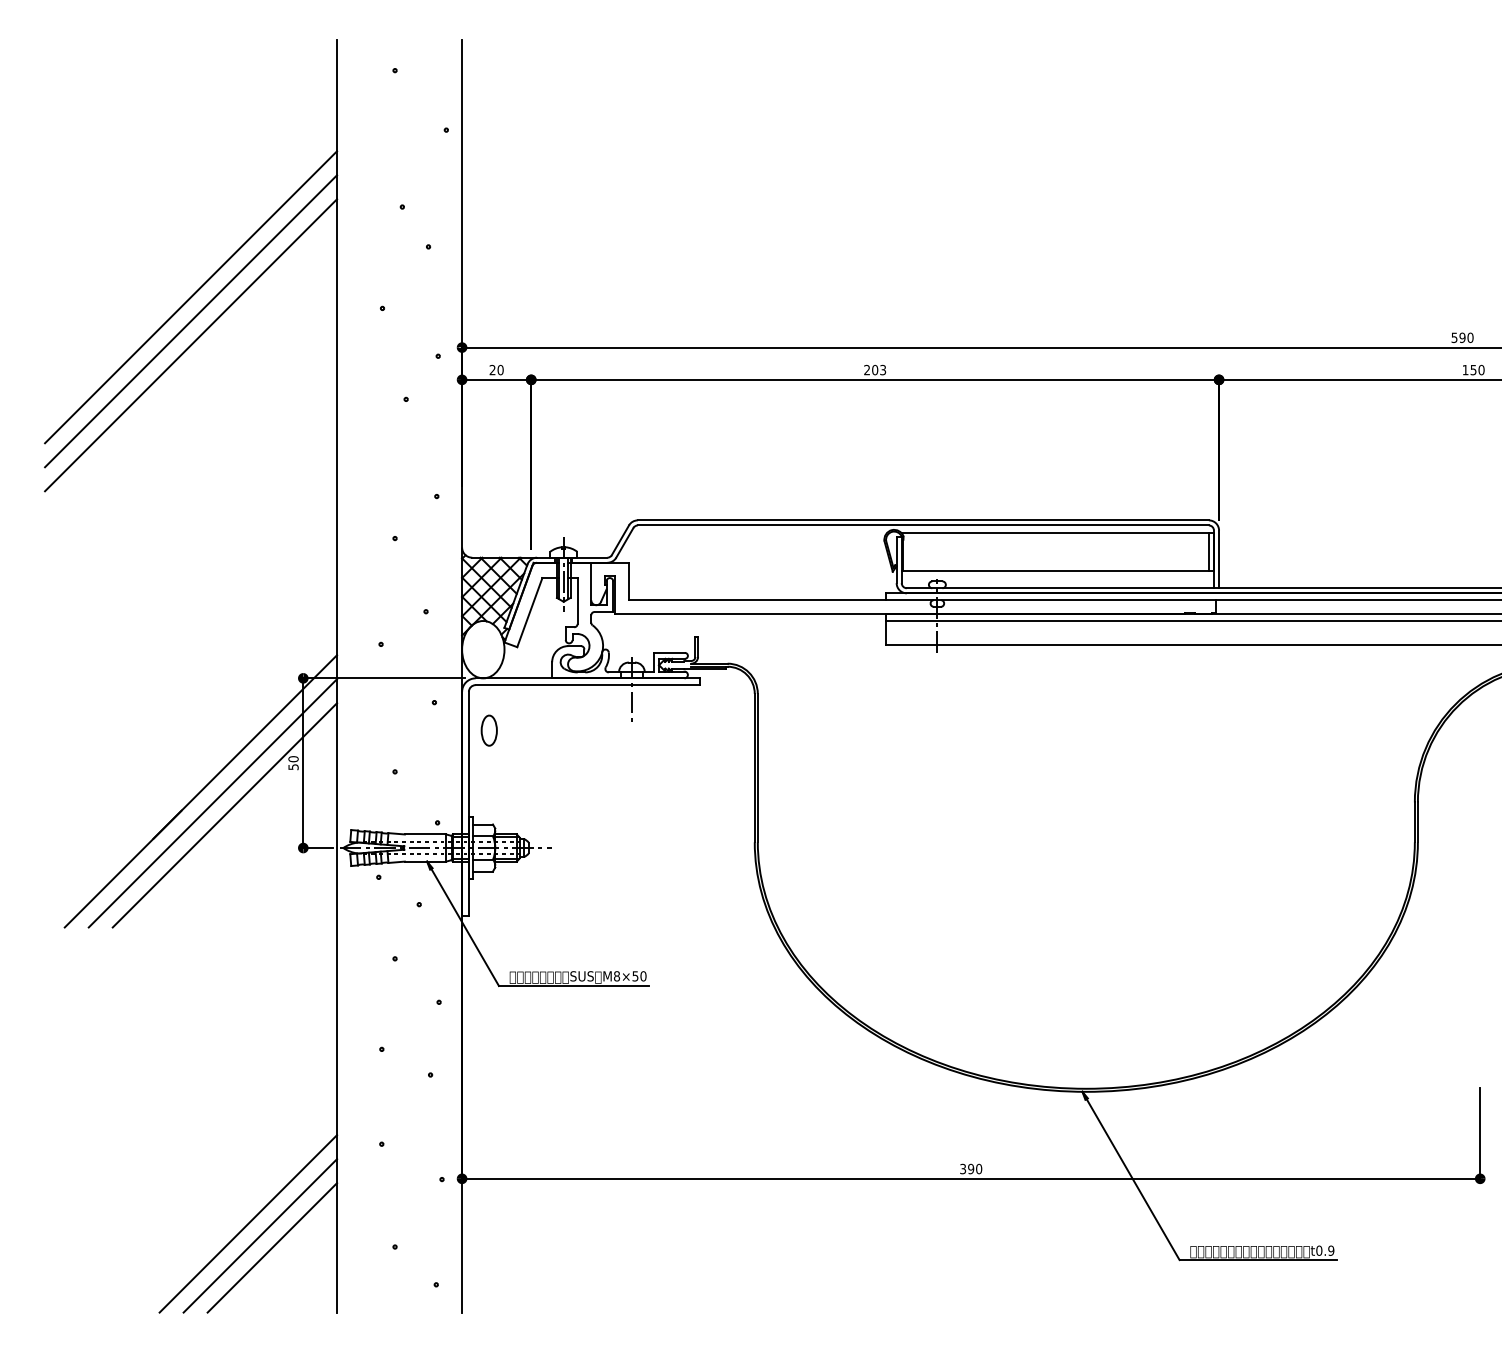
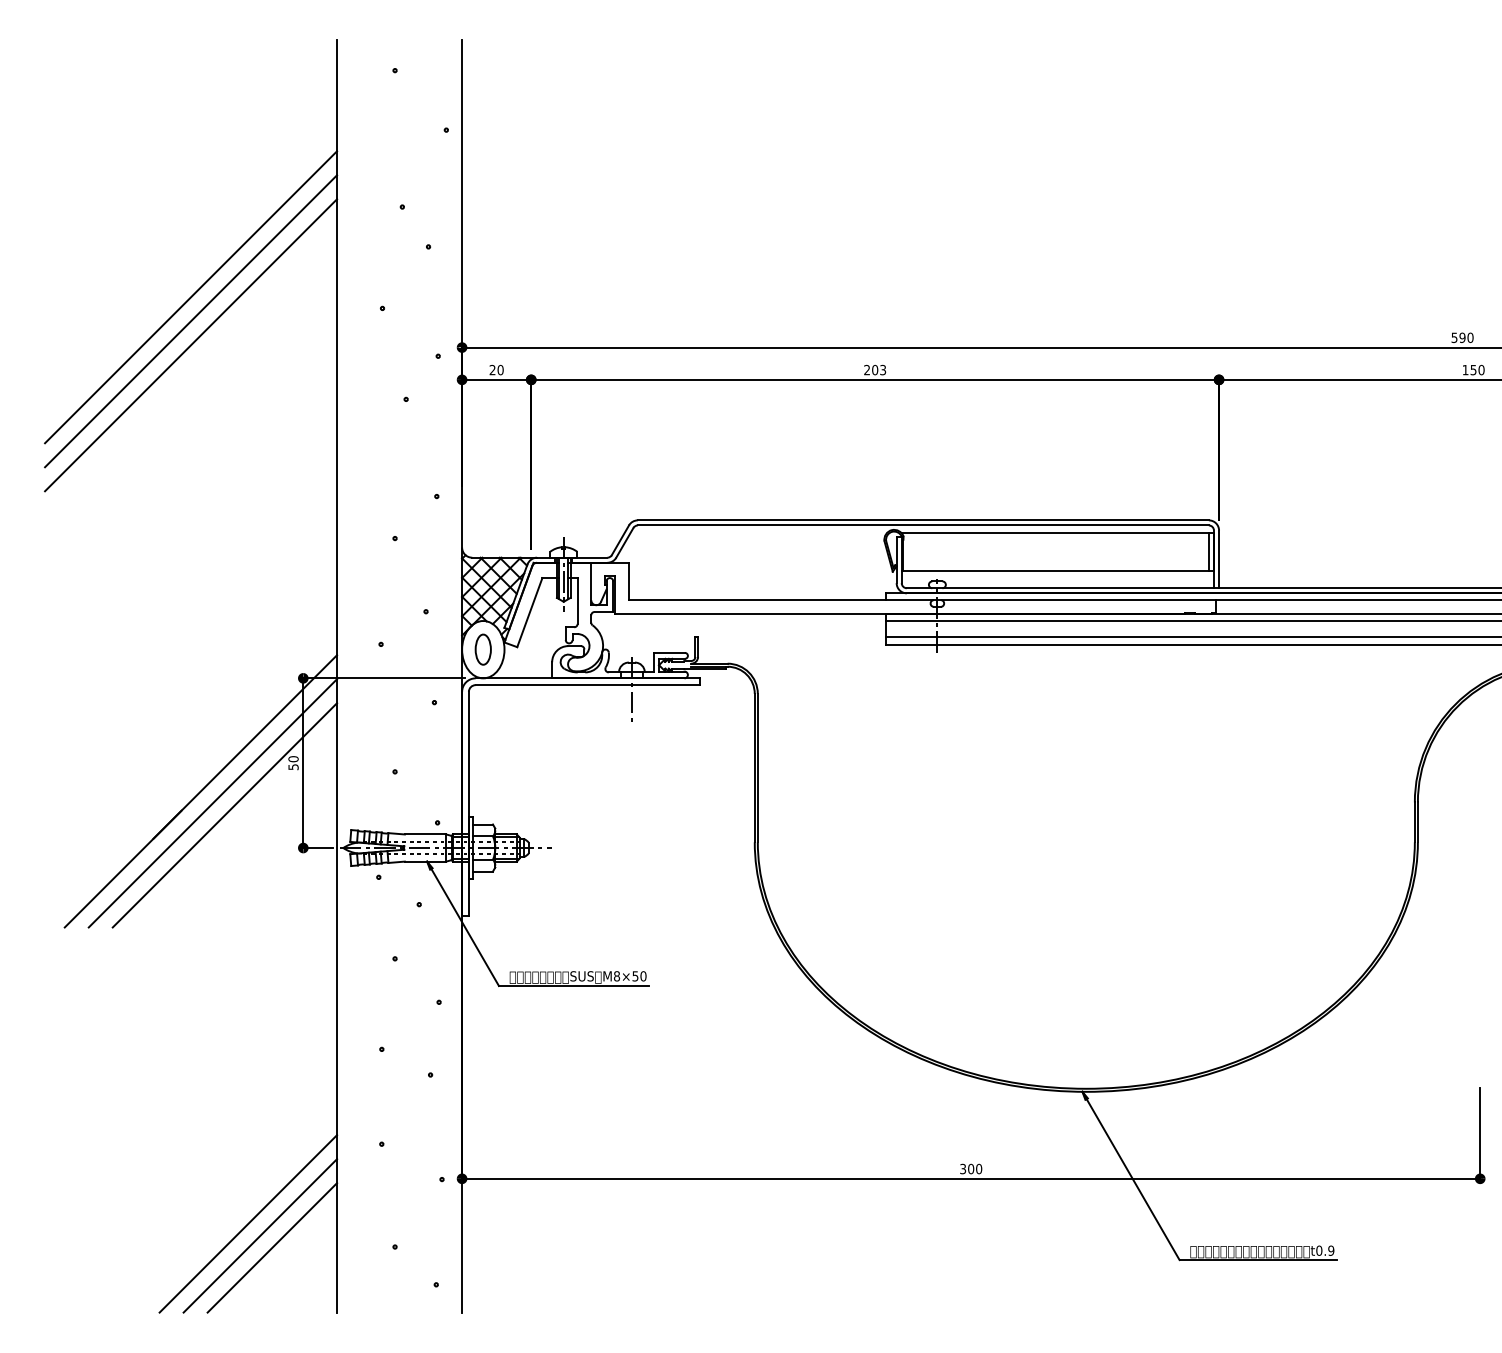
line at (1192, 637): none -> present
part at (488, 730) position: (488, 730) -> (482, 649)
text at (970, 1169): 390 -> 300
